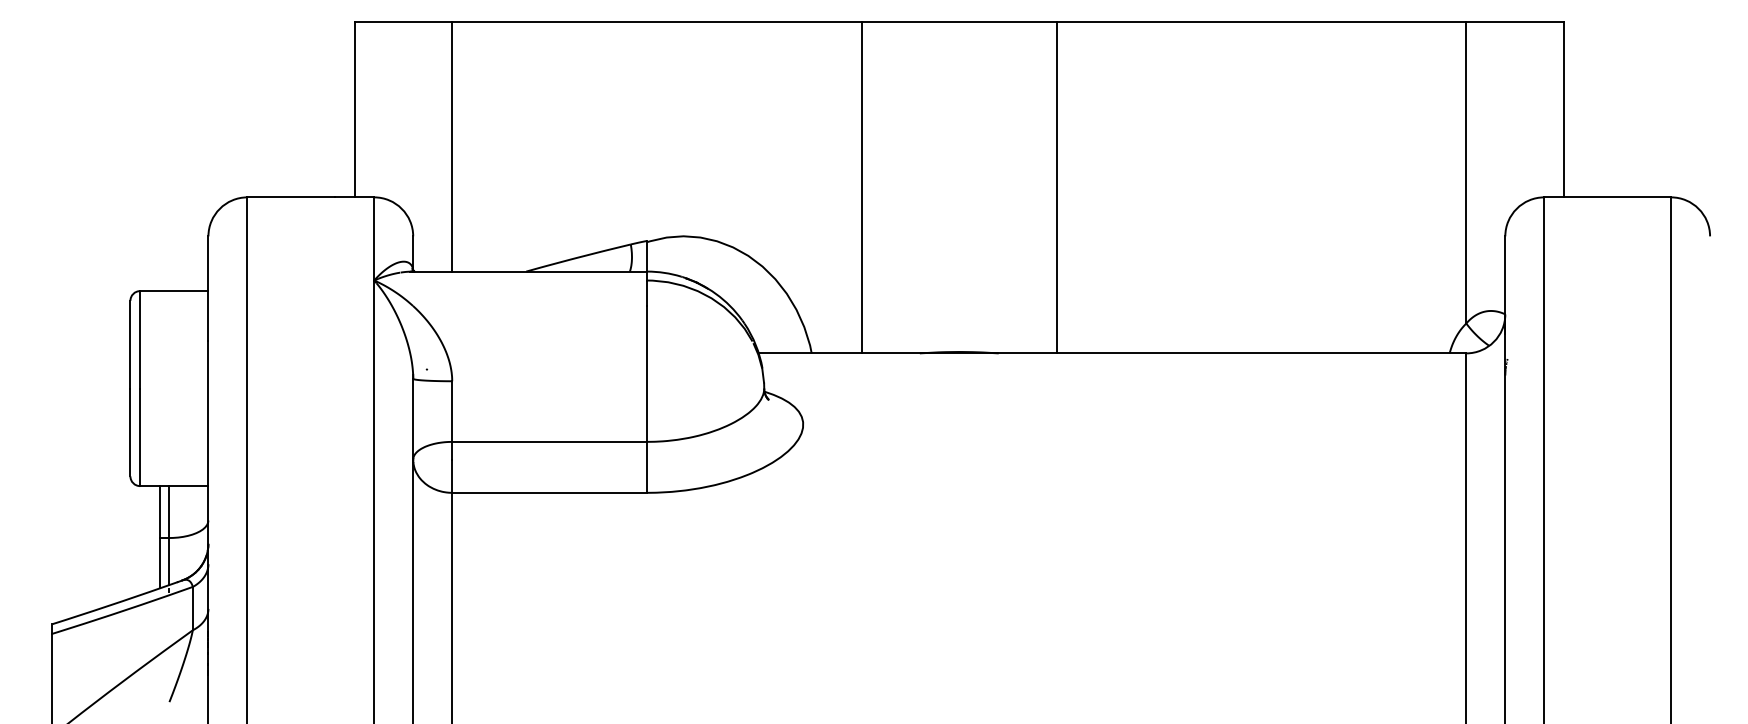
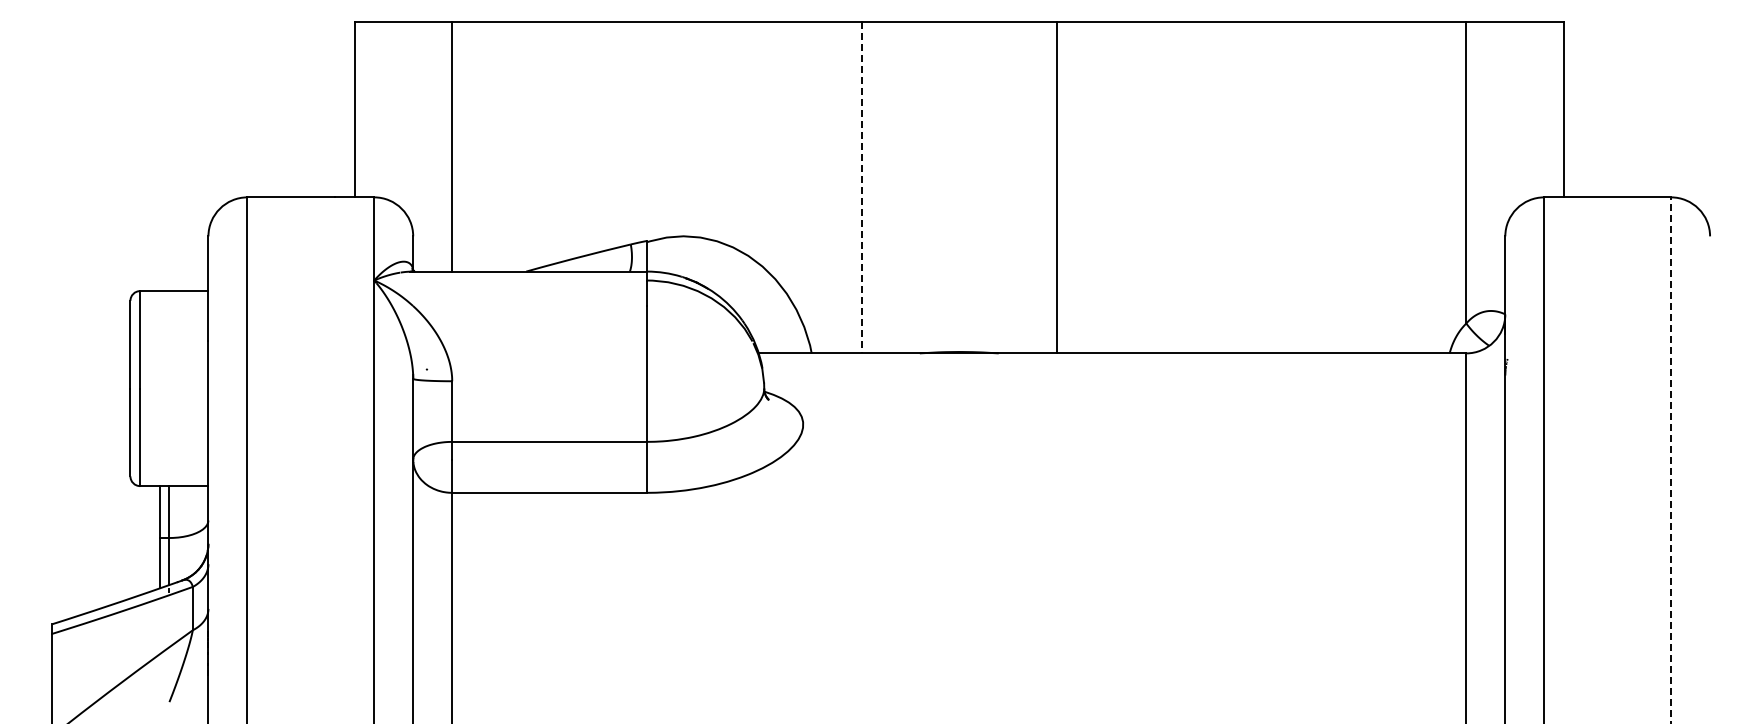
line at (861, 187): solid -> dashed
line at (1671, 460): solid -> dashed
